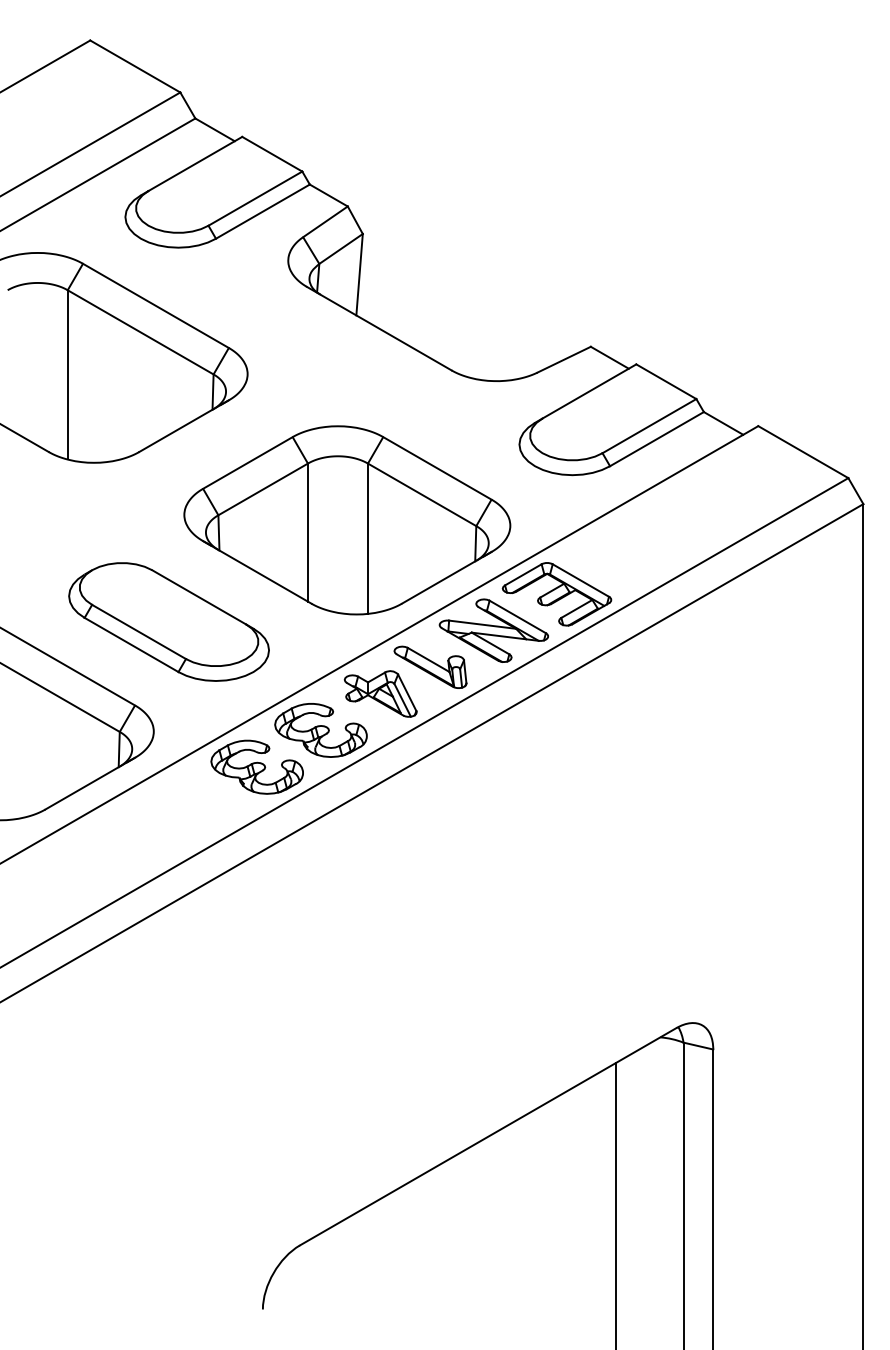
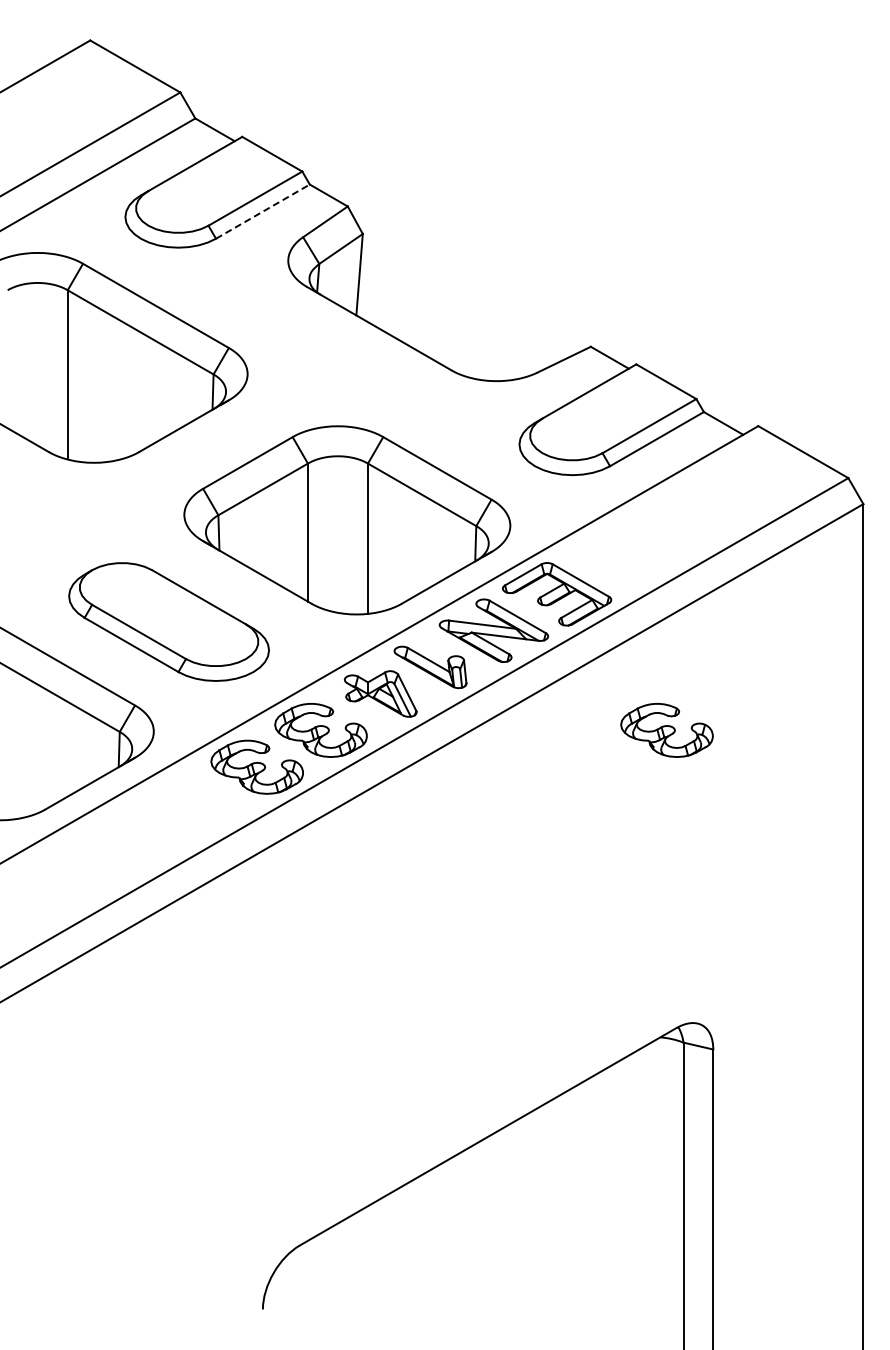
line at (263, 211): solid -> dashed
part at (666, 730): none -> present
line at (615, 1204): present -> none
